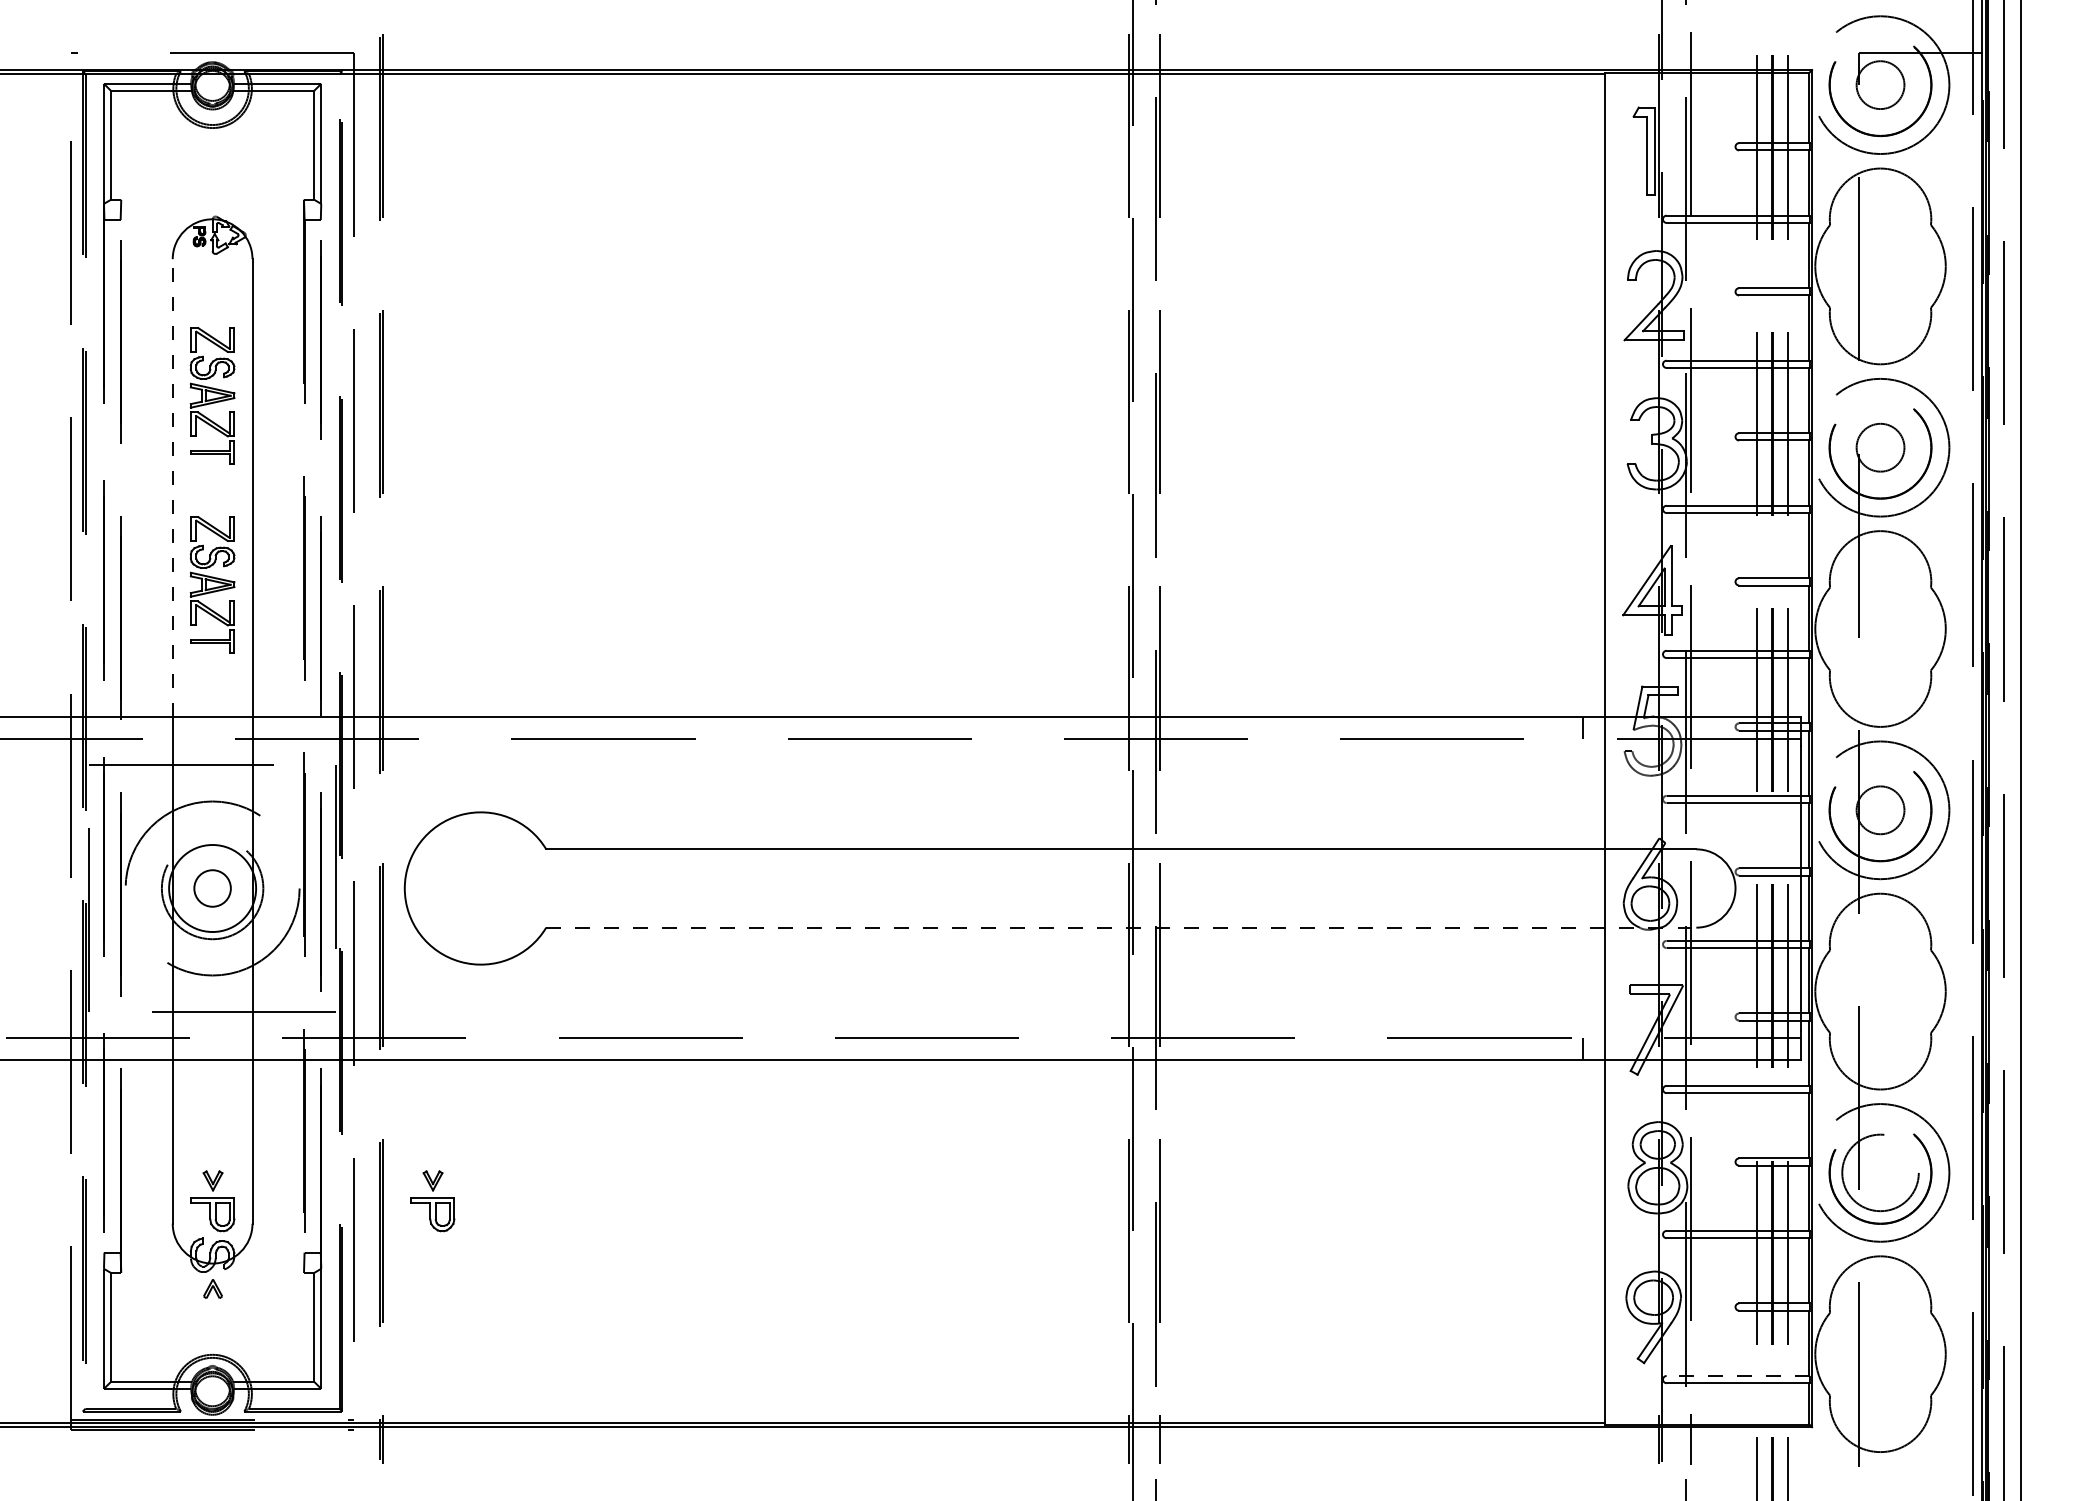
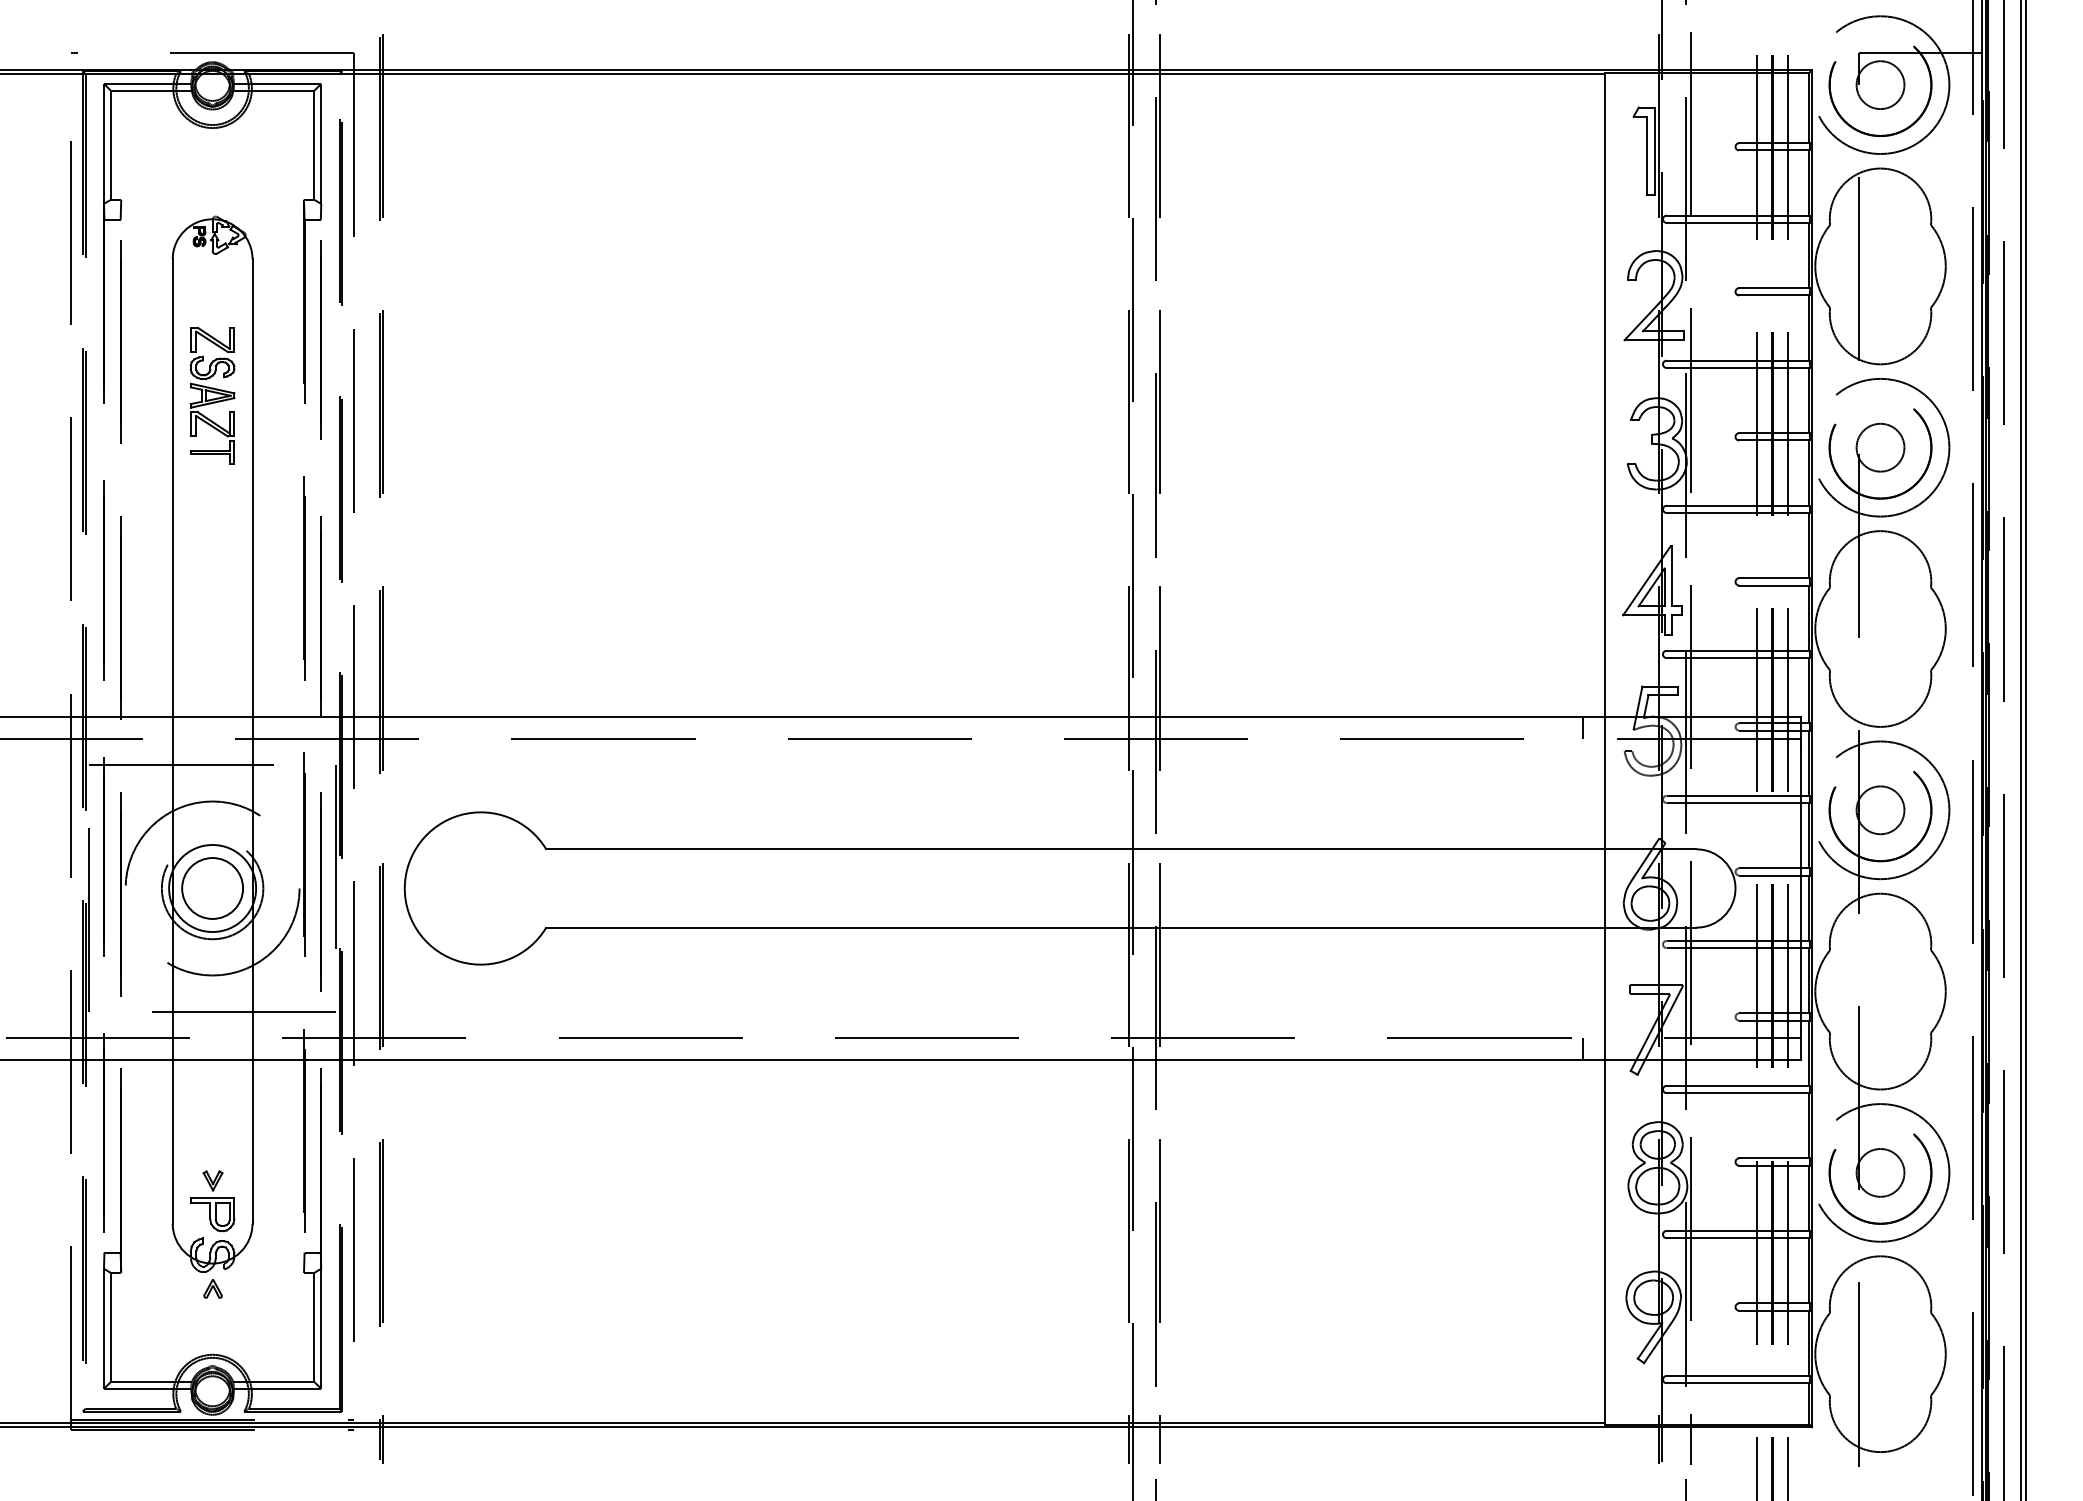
line at (172, 487): dashed -> solid
part at (212, 584): present -> none
line at (2025, 749): none -> present
circle at (212, 888) diameter: 37 px -> 61 px
line at (1121, 927): dashed -> solid
circle at (1880, 1172) diameter: 77 px -> 48 px
part at (432, 1201): present -> none
line at (1738, 1375): dashed -> solid
